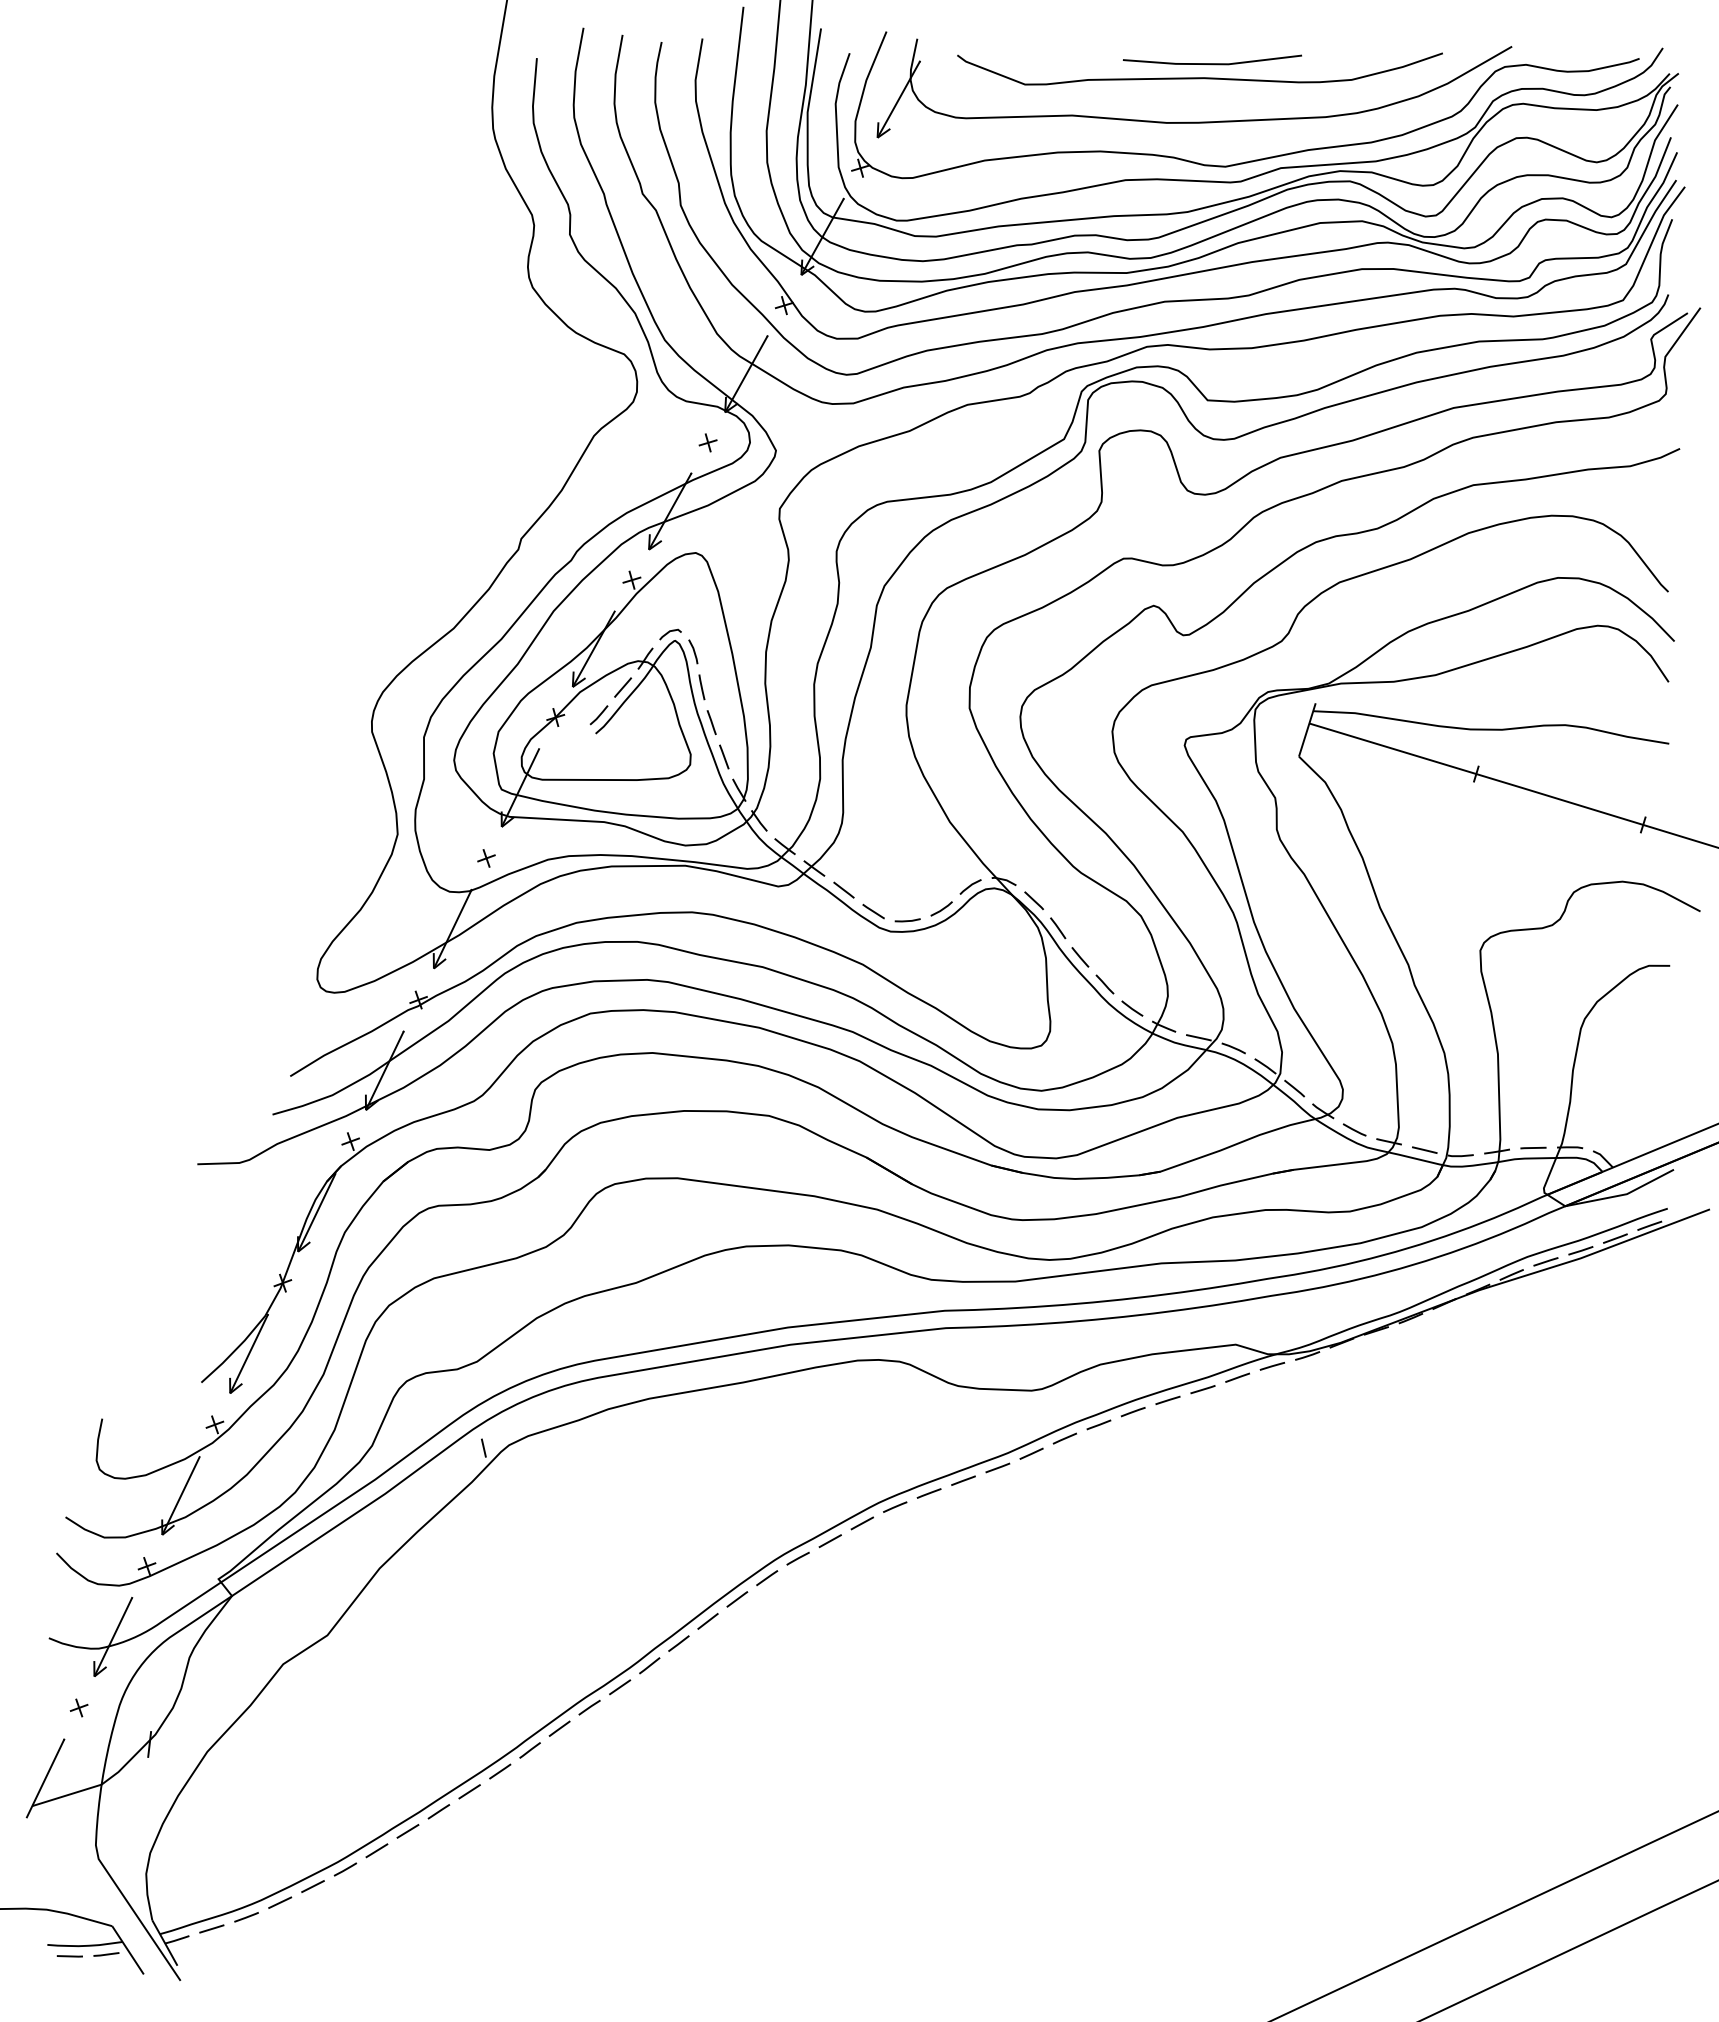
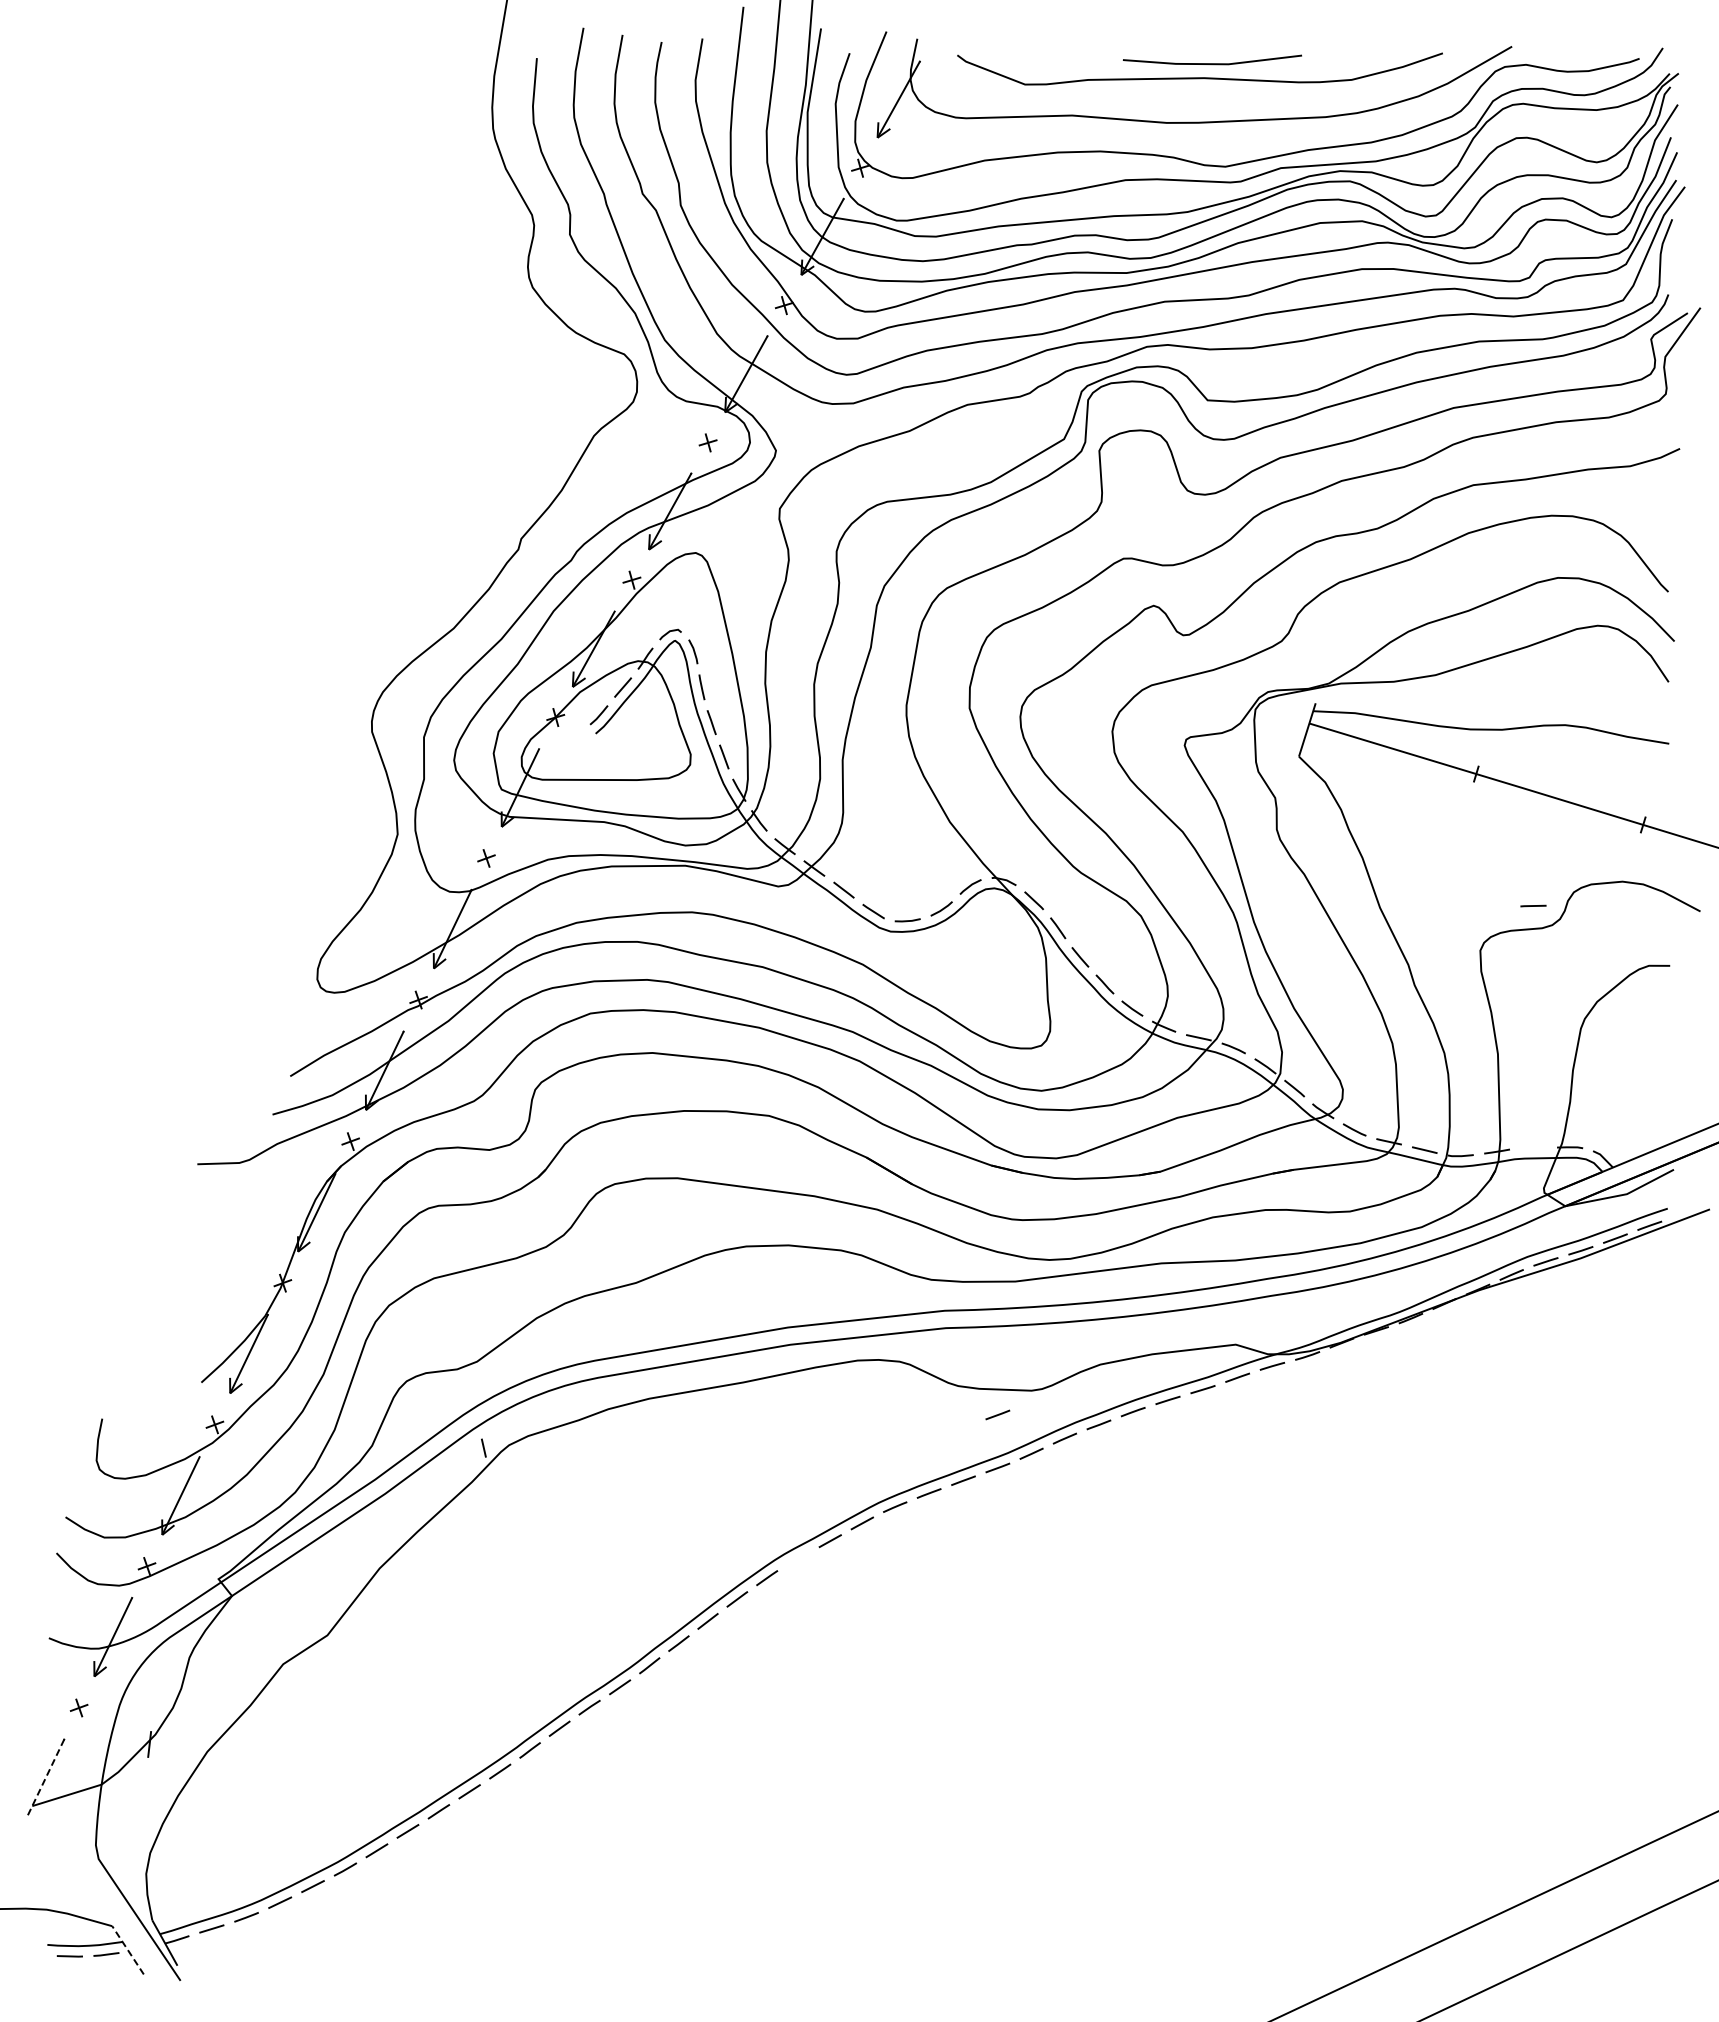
line at (1533, 1147) position: (1533, 1147) -> (1533, 905)
line at (997, 1414): none -> present
line at (797, 1558): present -> none
line at (44, 1780): solid -> dashed
line at (128, 1950): solid -> dashed
